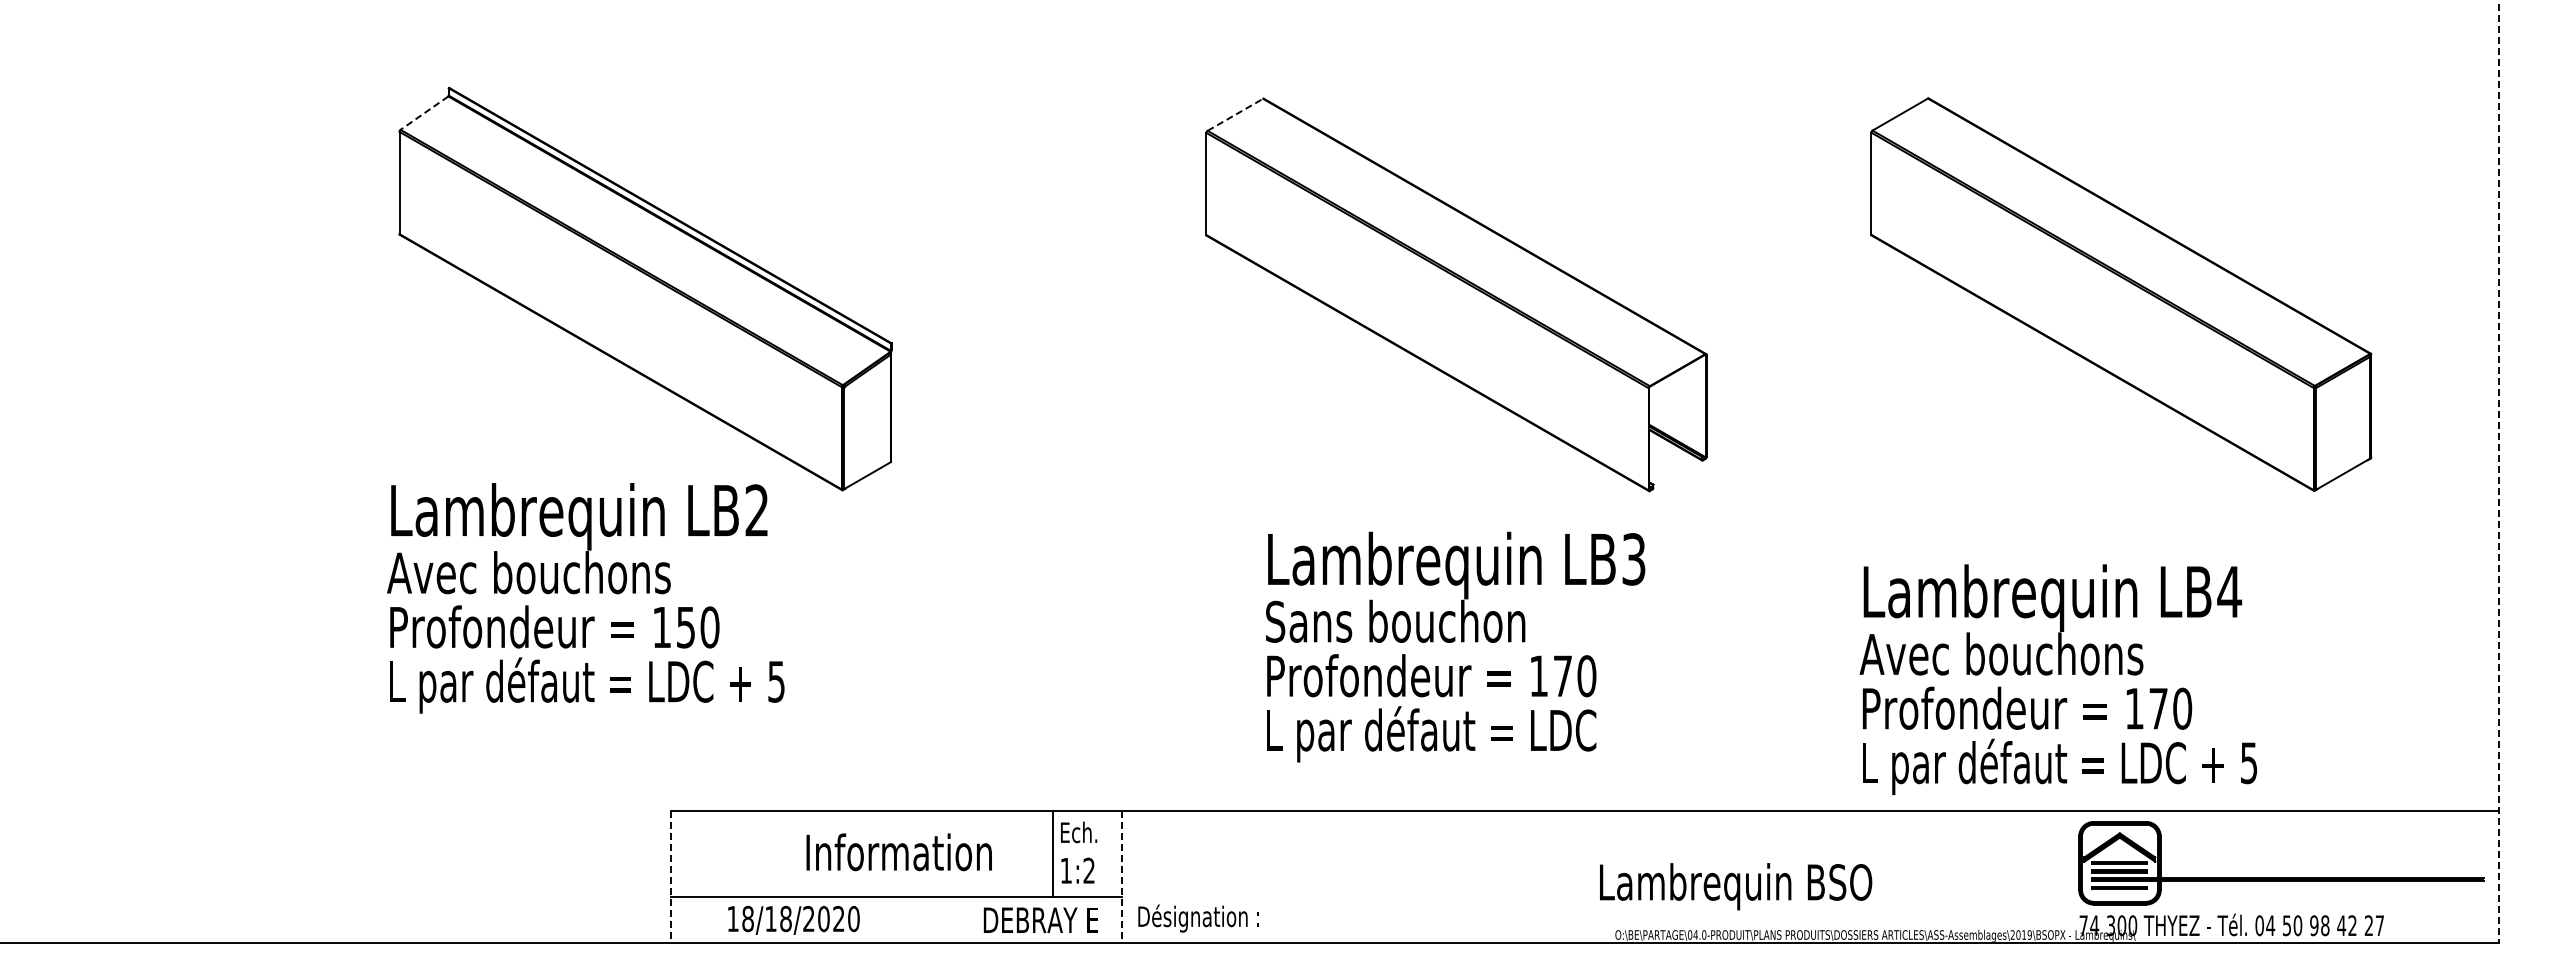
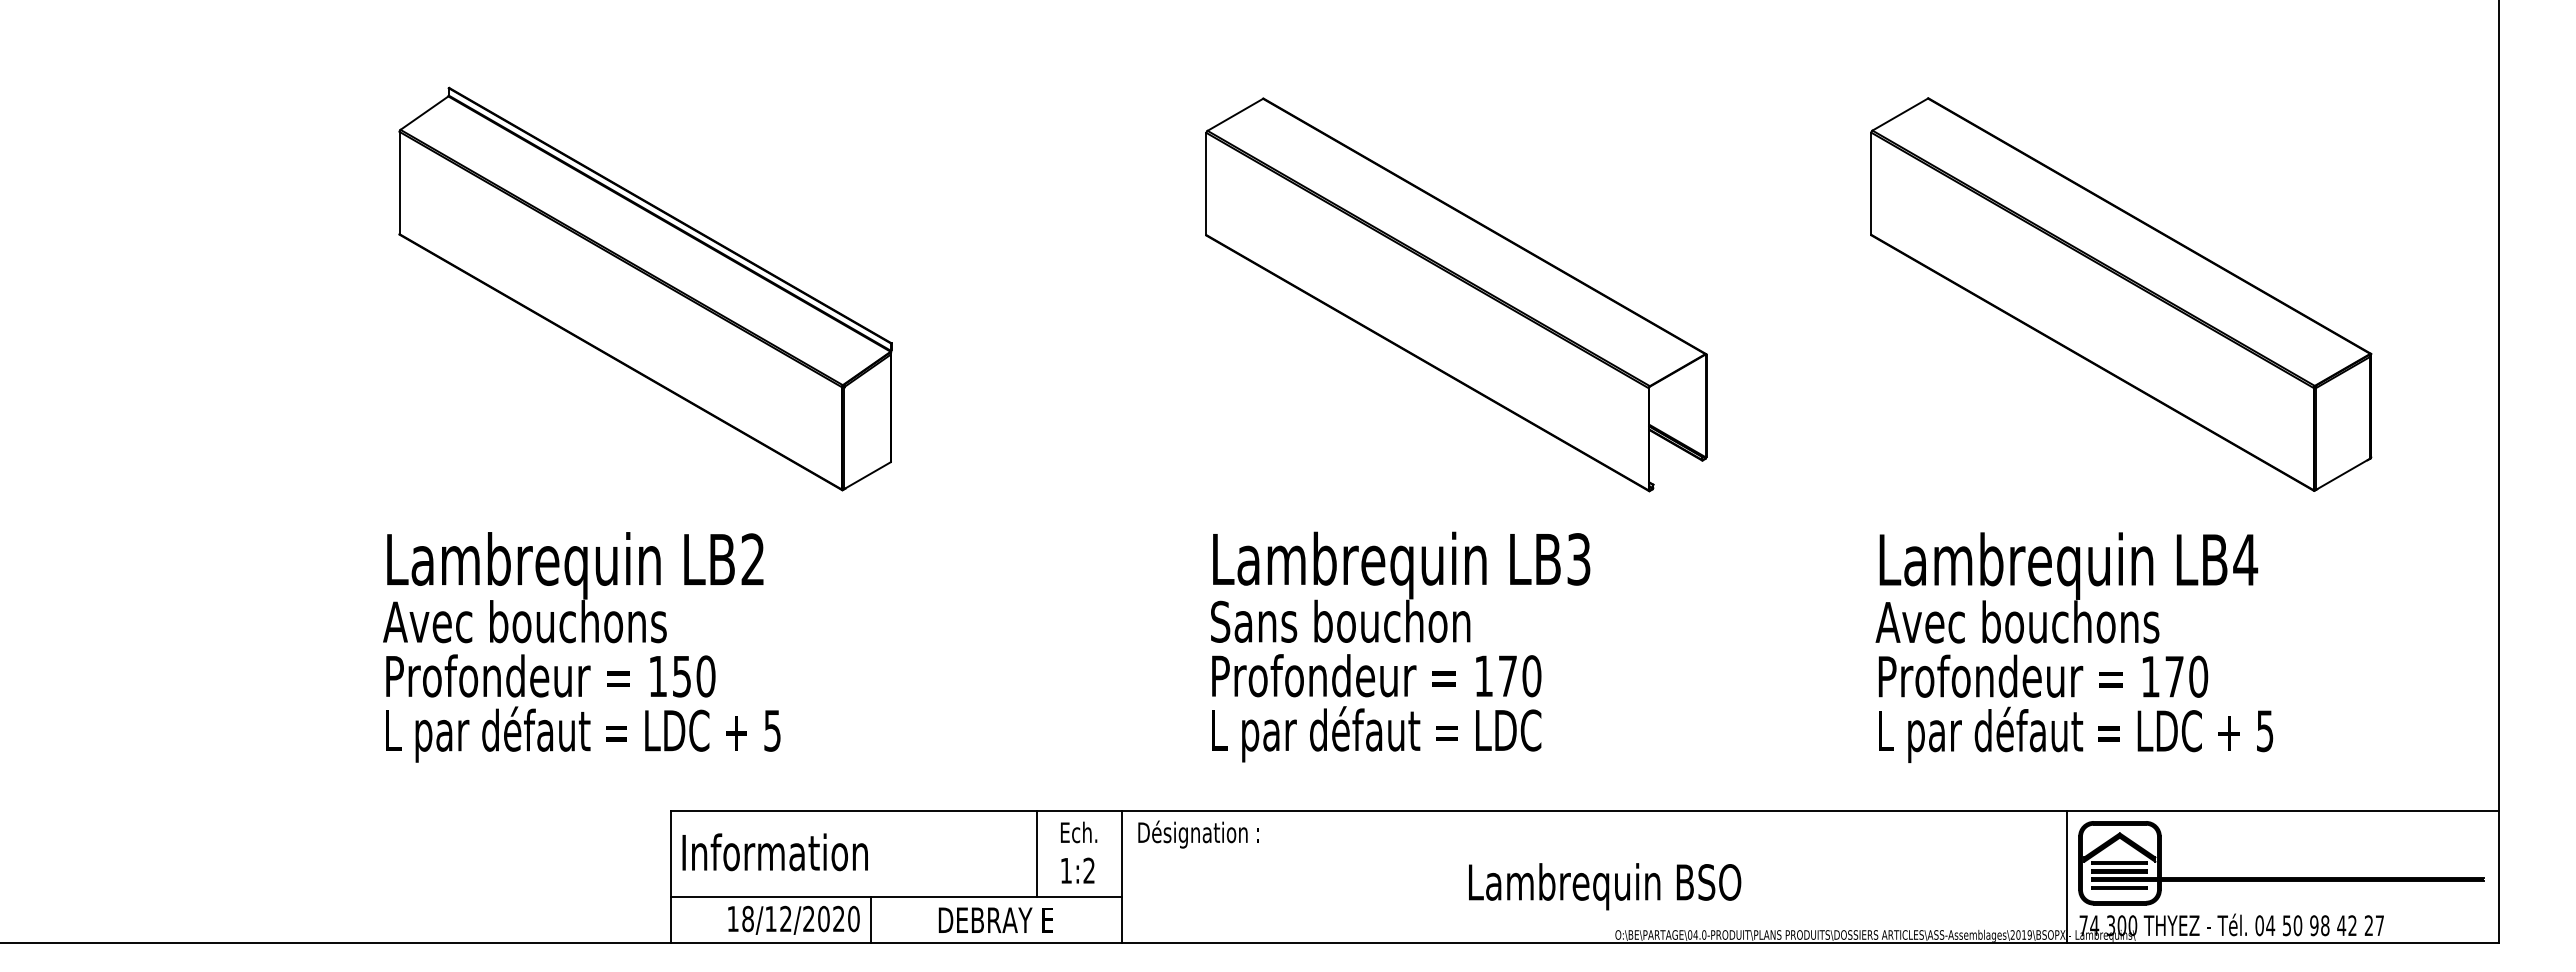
line at (424, 113): dashed -> solid
line at (1235, 114): dashed -> solid
line at (2498, 471): dashed -> solid
text at (585, 598) position: (585, 598) -> (581, 647)
text at (1455, 646) position: (1455, 646) -> (1400, 646)
text at (2058, 679) position: (2058, 679) -> (2074, 647)
text at (898, 852) position: (898, 852) -> (774, 852)
line at (1053, 853) position: (1053, 853) -> (1037, 853)
line at (670, 876): dashed -> solid
line at (1122, 876): dashed -> solid
line at (2067, 876): none -> present
text at (1736, 886) position: (1736, 886) -> (1605, 886)
text at (1198, 918) position: (1198, 918) -> (1198, 834)
text at (785, 919): 18/18/2020 -> 18/12/2020
line at (871, 919): none -> present
text at (1040, 919) position: (1040, 919) -> (995, 919)
